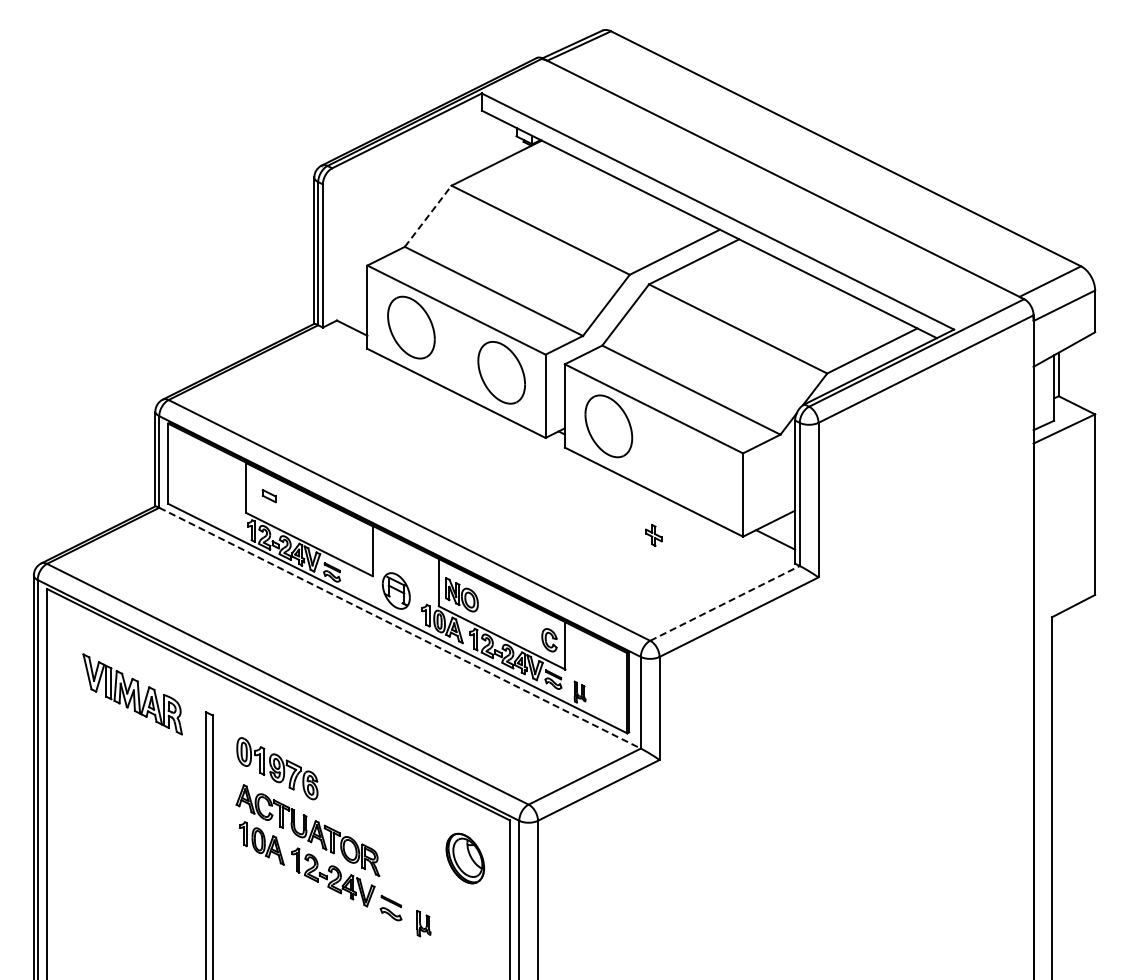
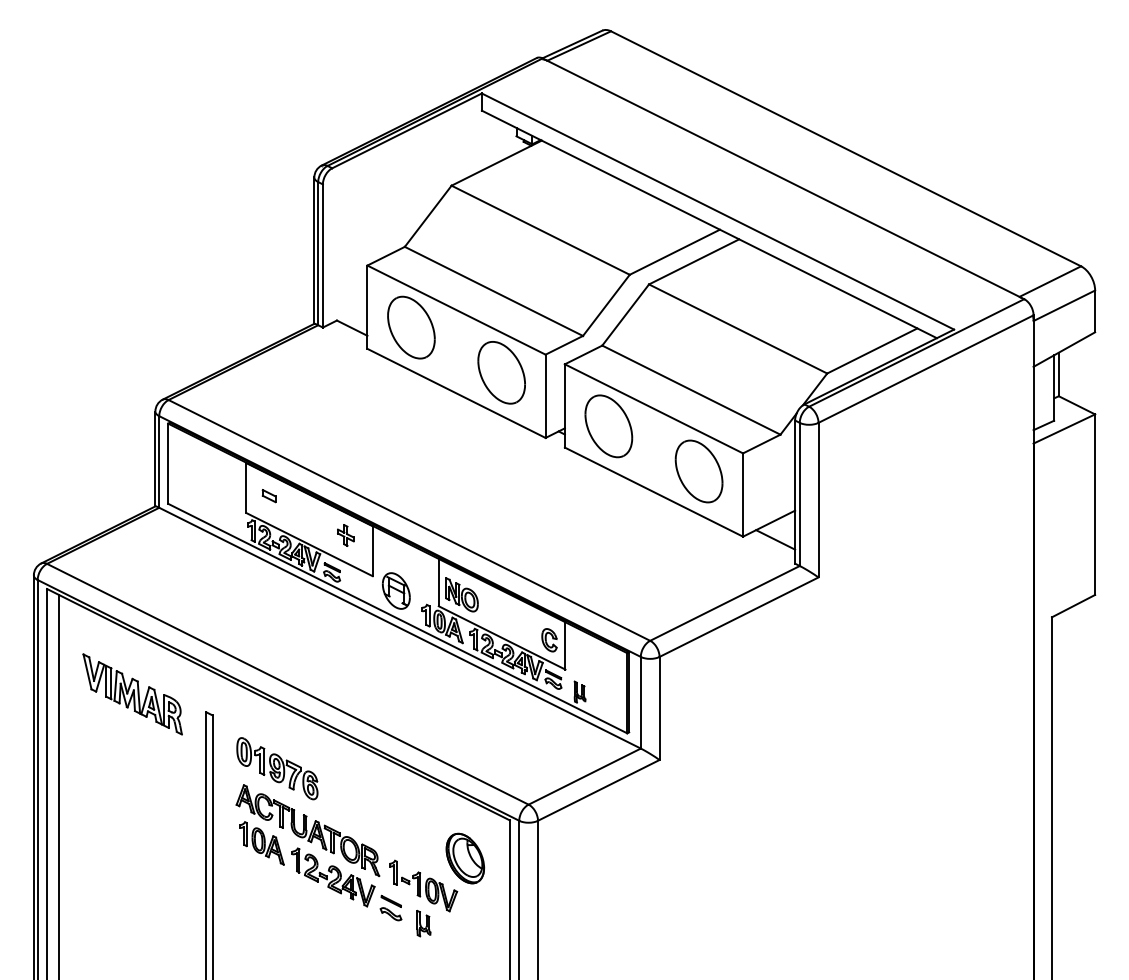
line at (428, 215): dashed -> solid
part at (698, 471): none -> present
part at (653, 535) position: (653, 535) -> (345, 535)
line at (725, 603): dashed -> solid
line at (400, 628): dashed -> solid
line at (58, 785): none -> present
part at (423, 885): none -> present
